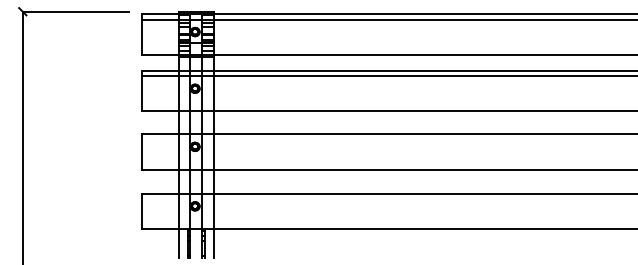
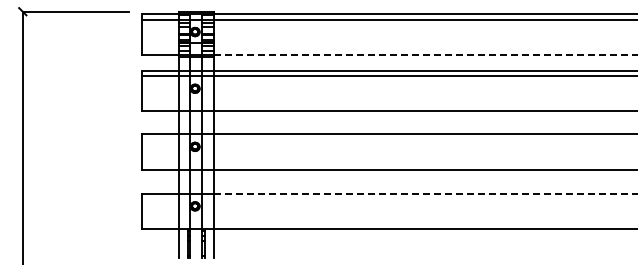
line at (425, 54): solid -> dashed
line at (425, 193): solid -> dashed
